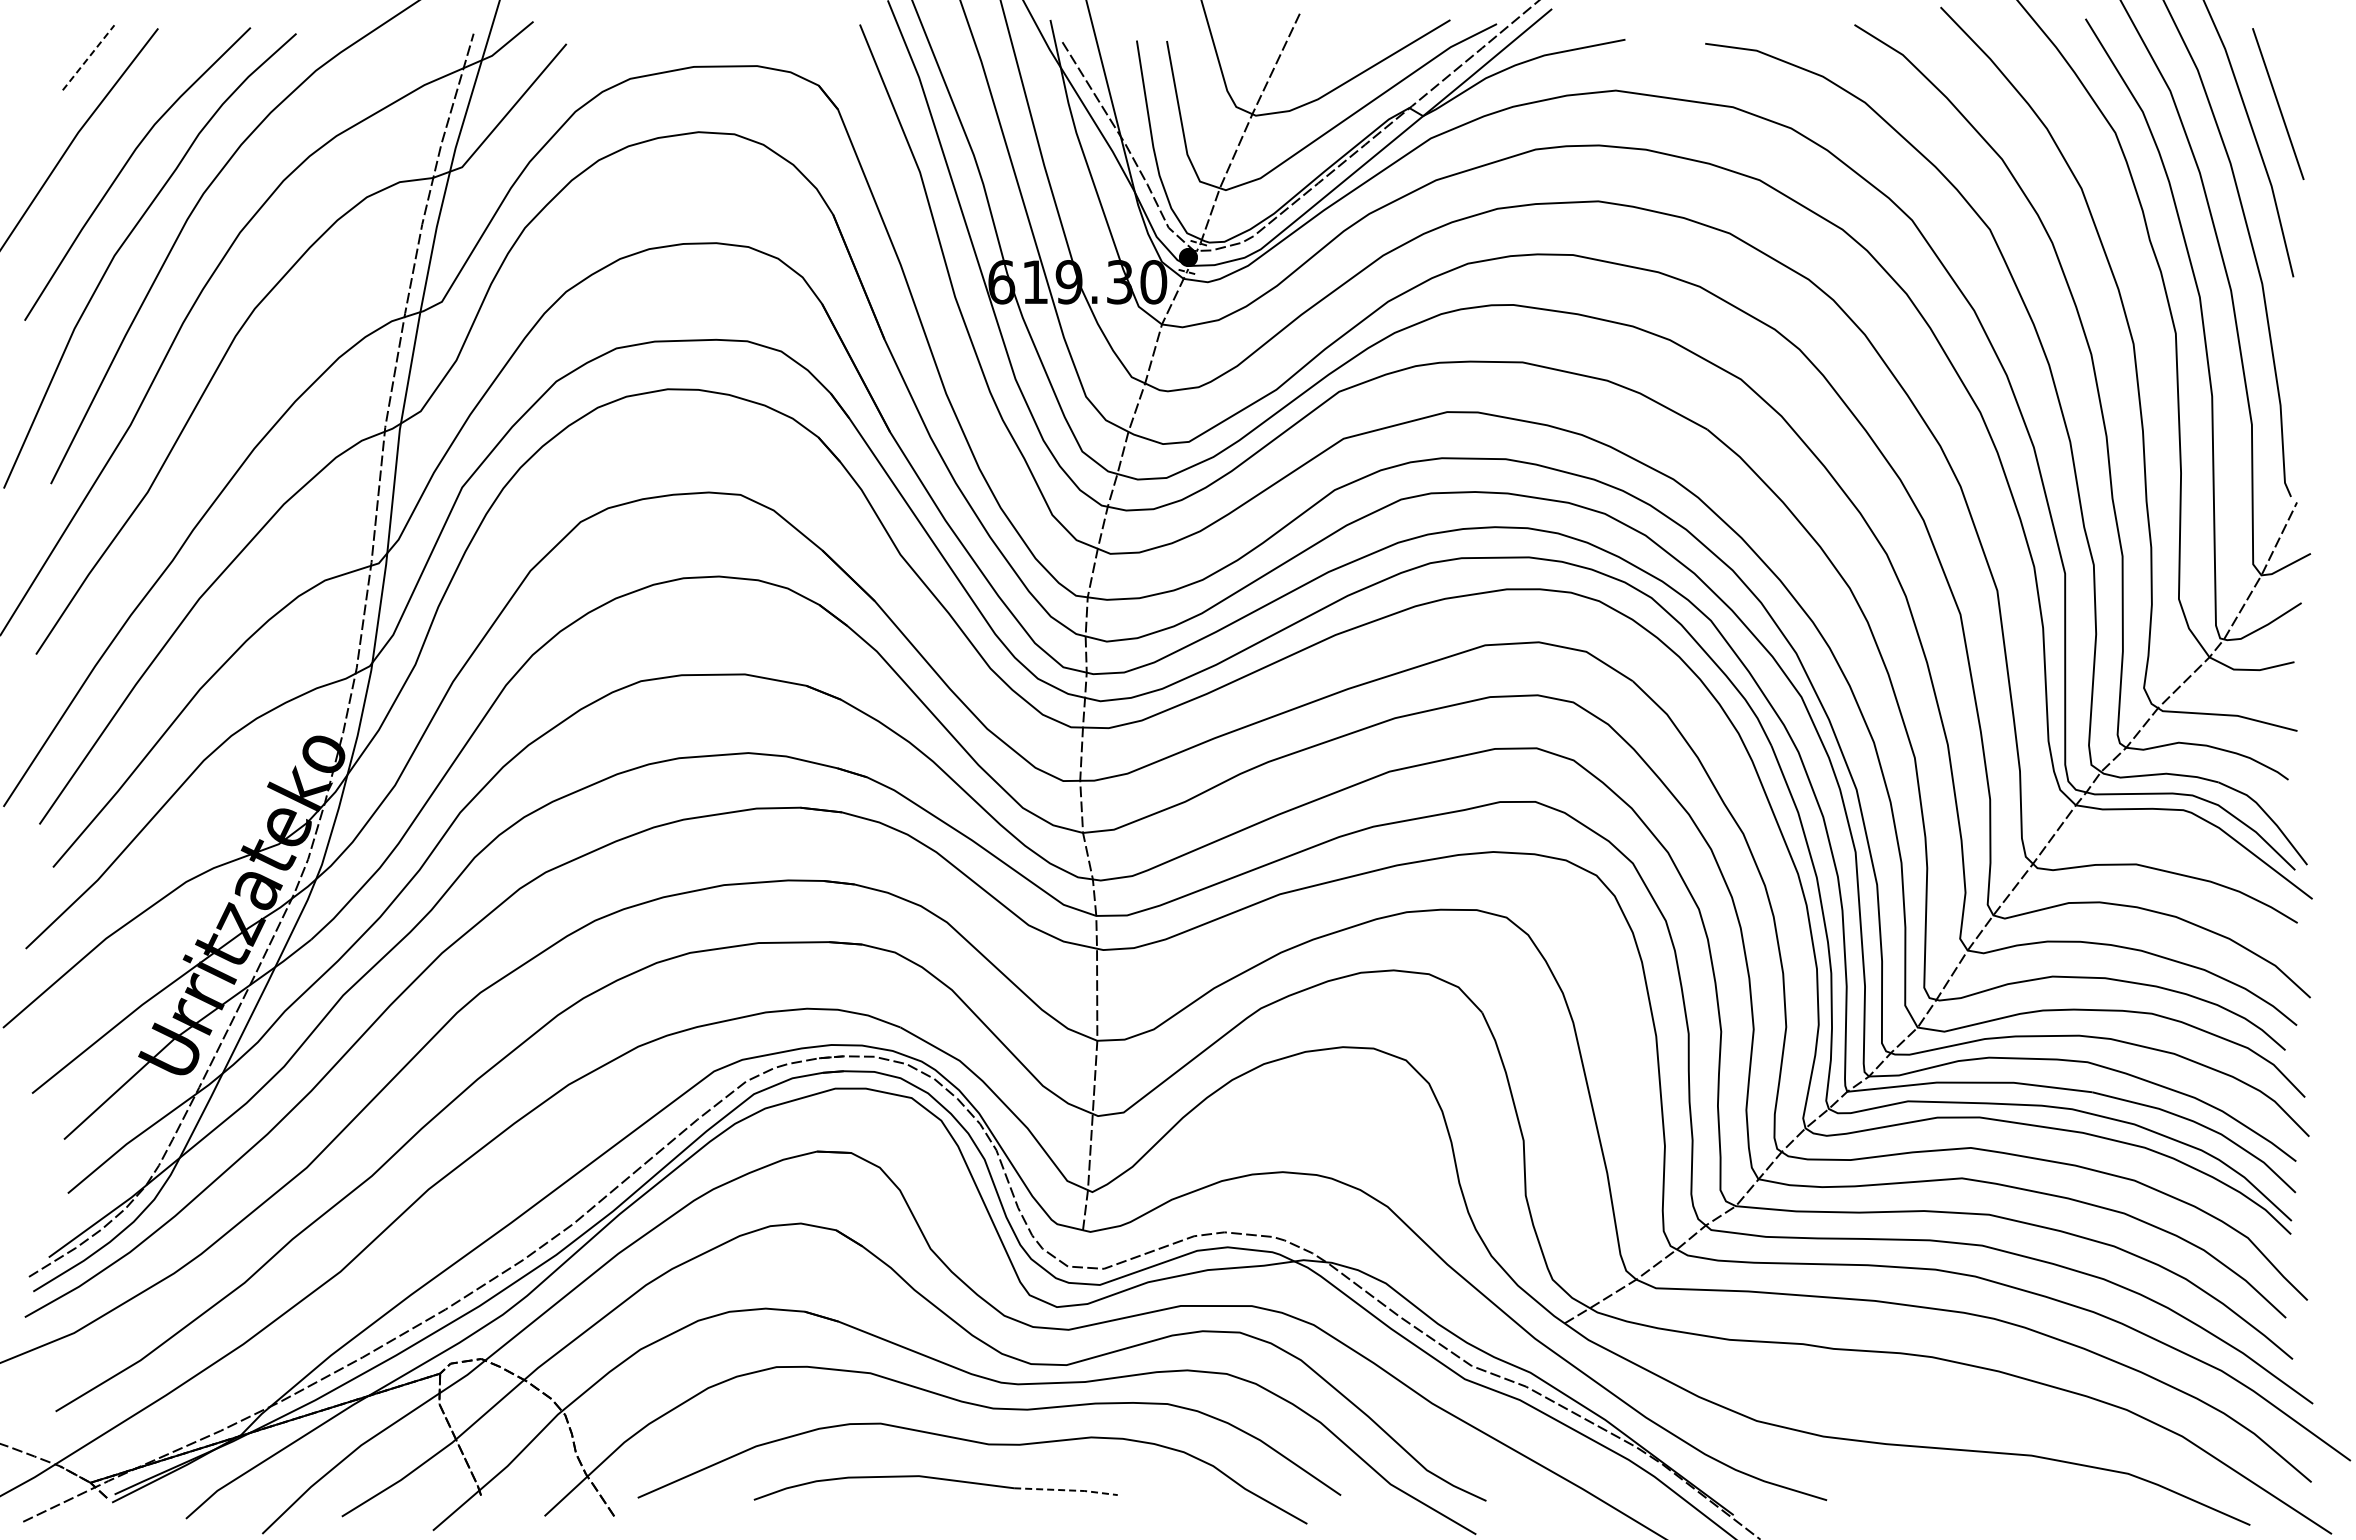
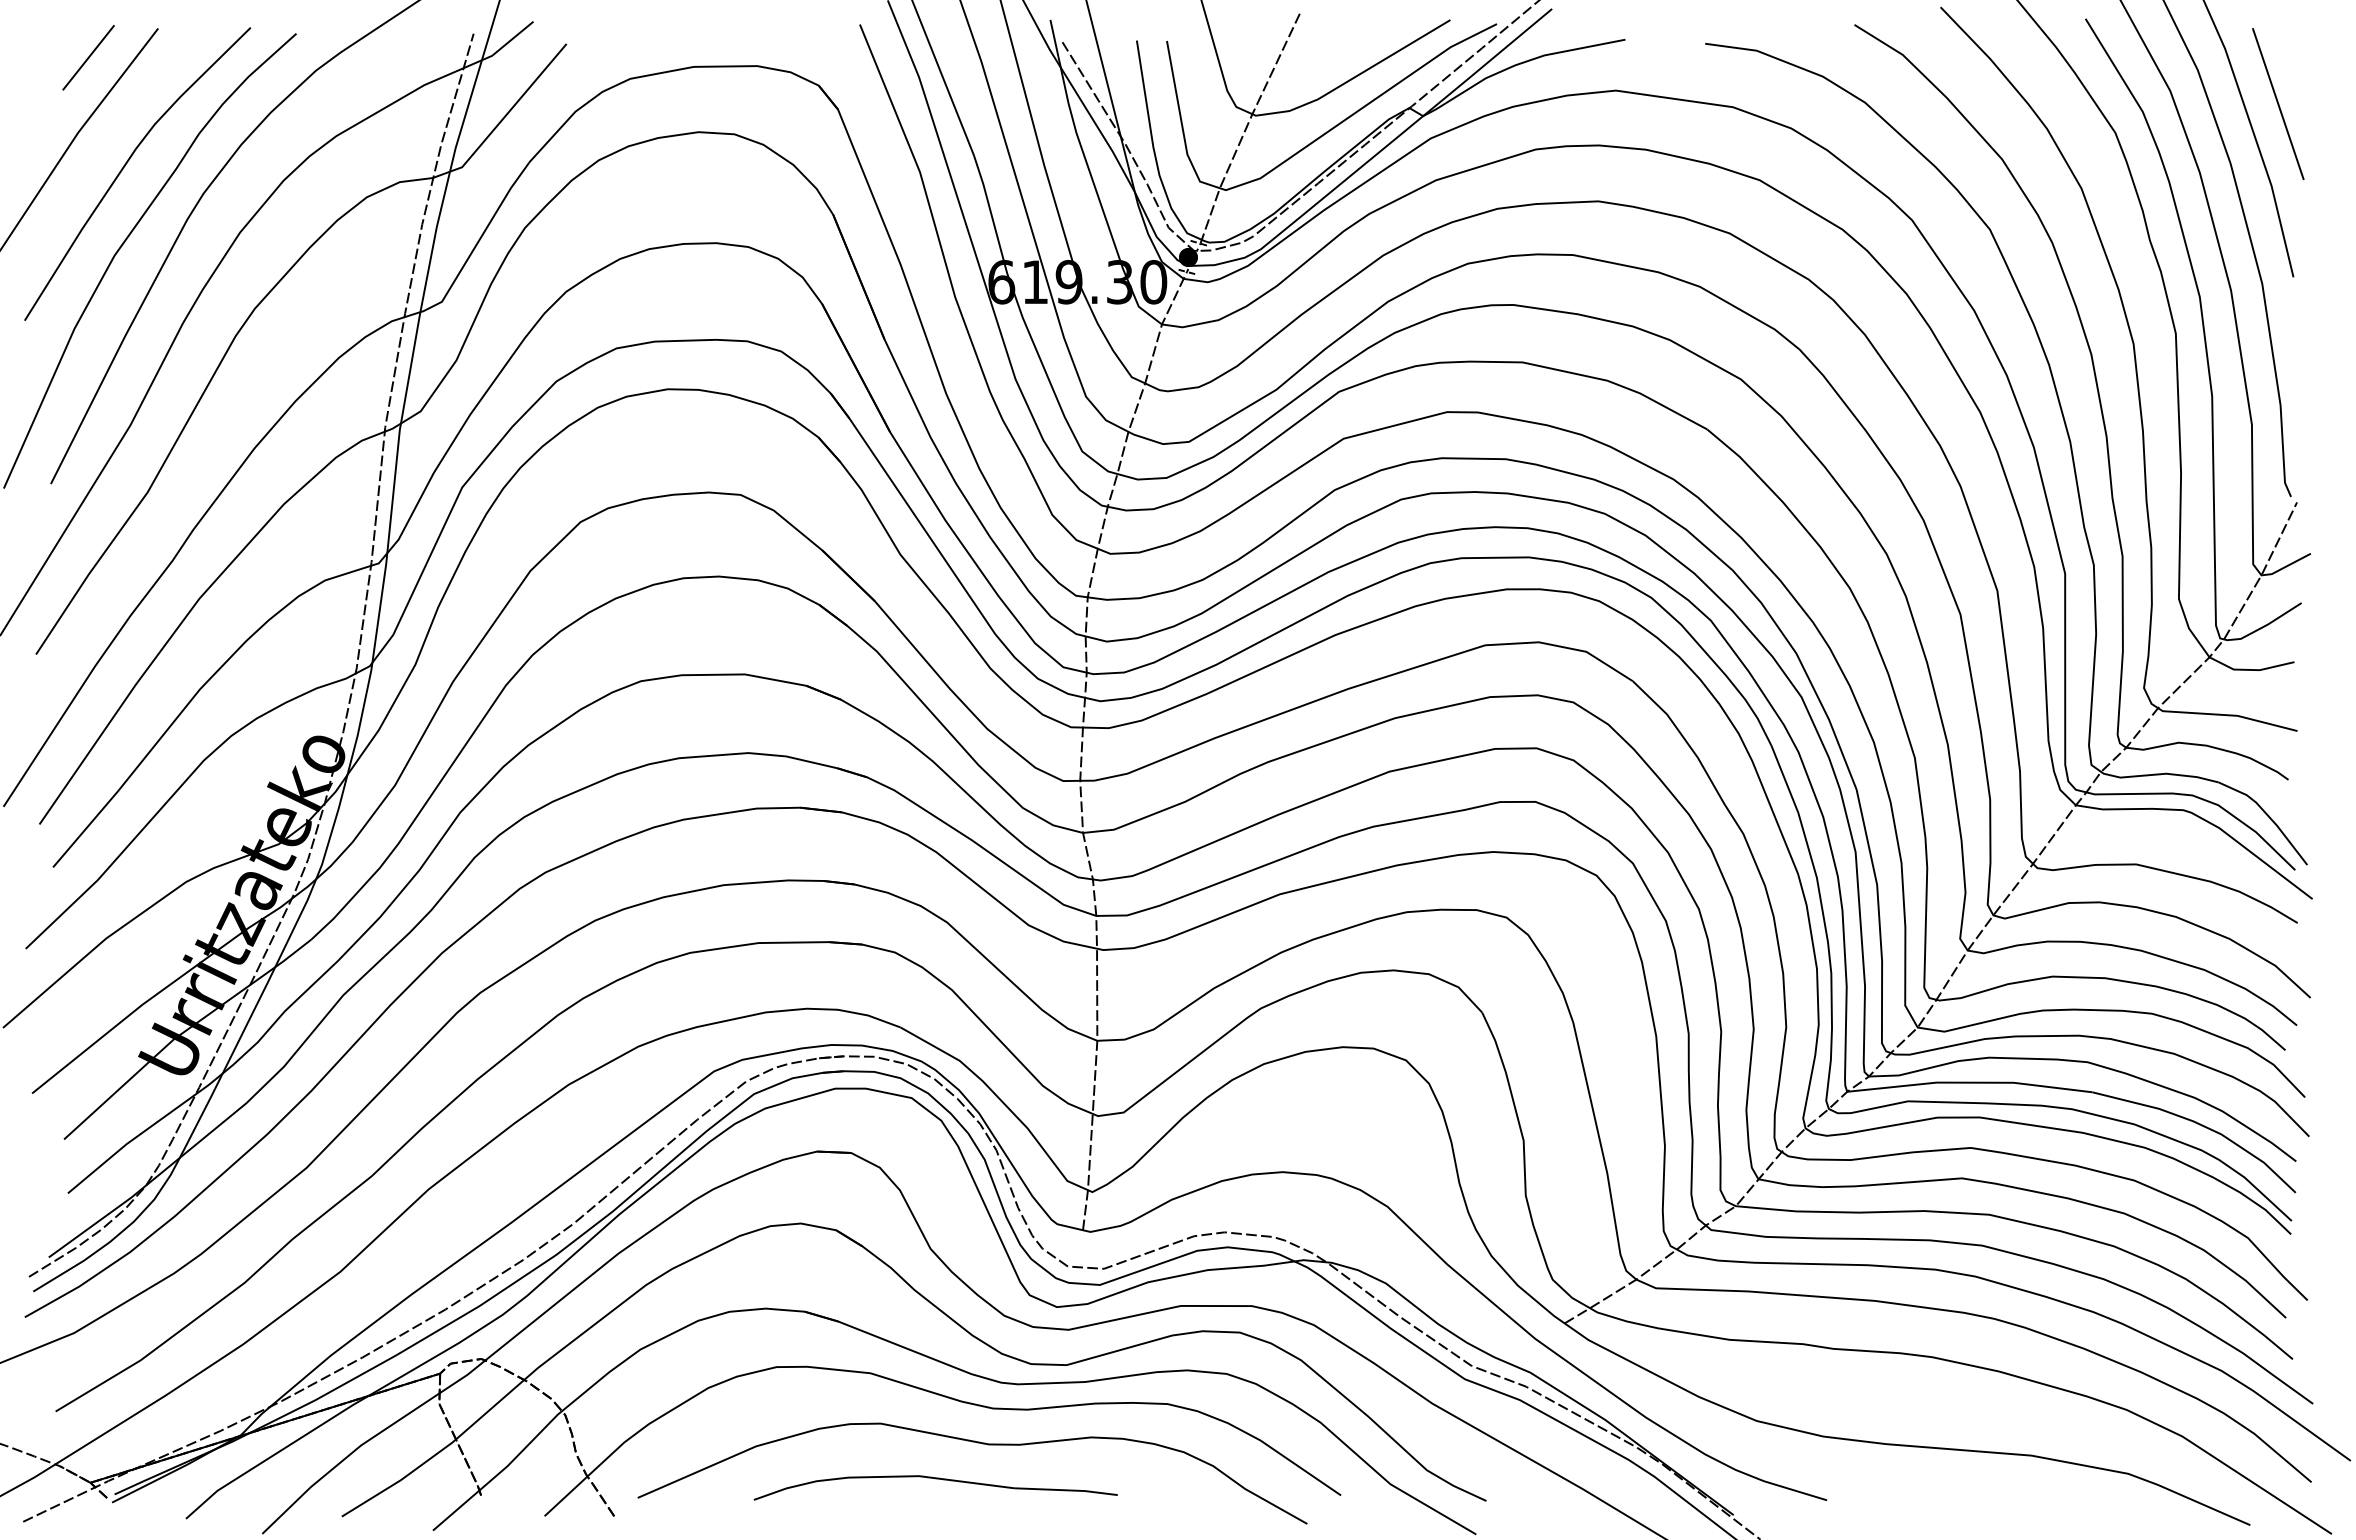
line at (88, 57): dashed -> solid
line at (1066, 1490): dashed -> solid
